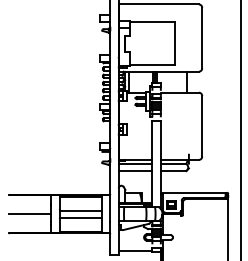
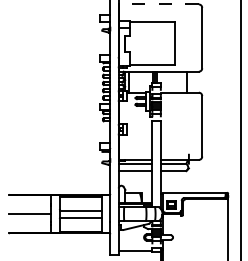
line at (158, 4): solid -> dashed
